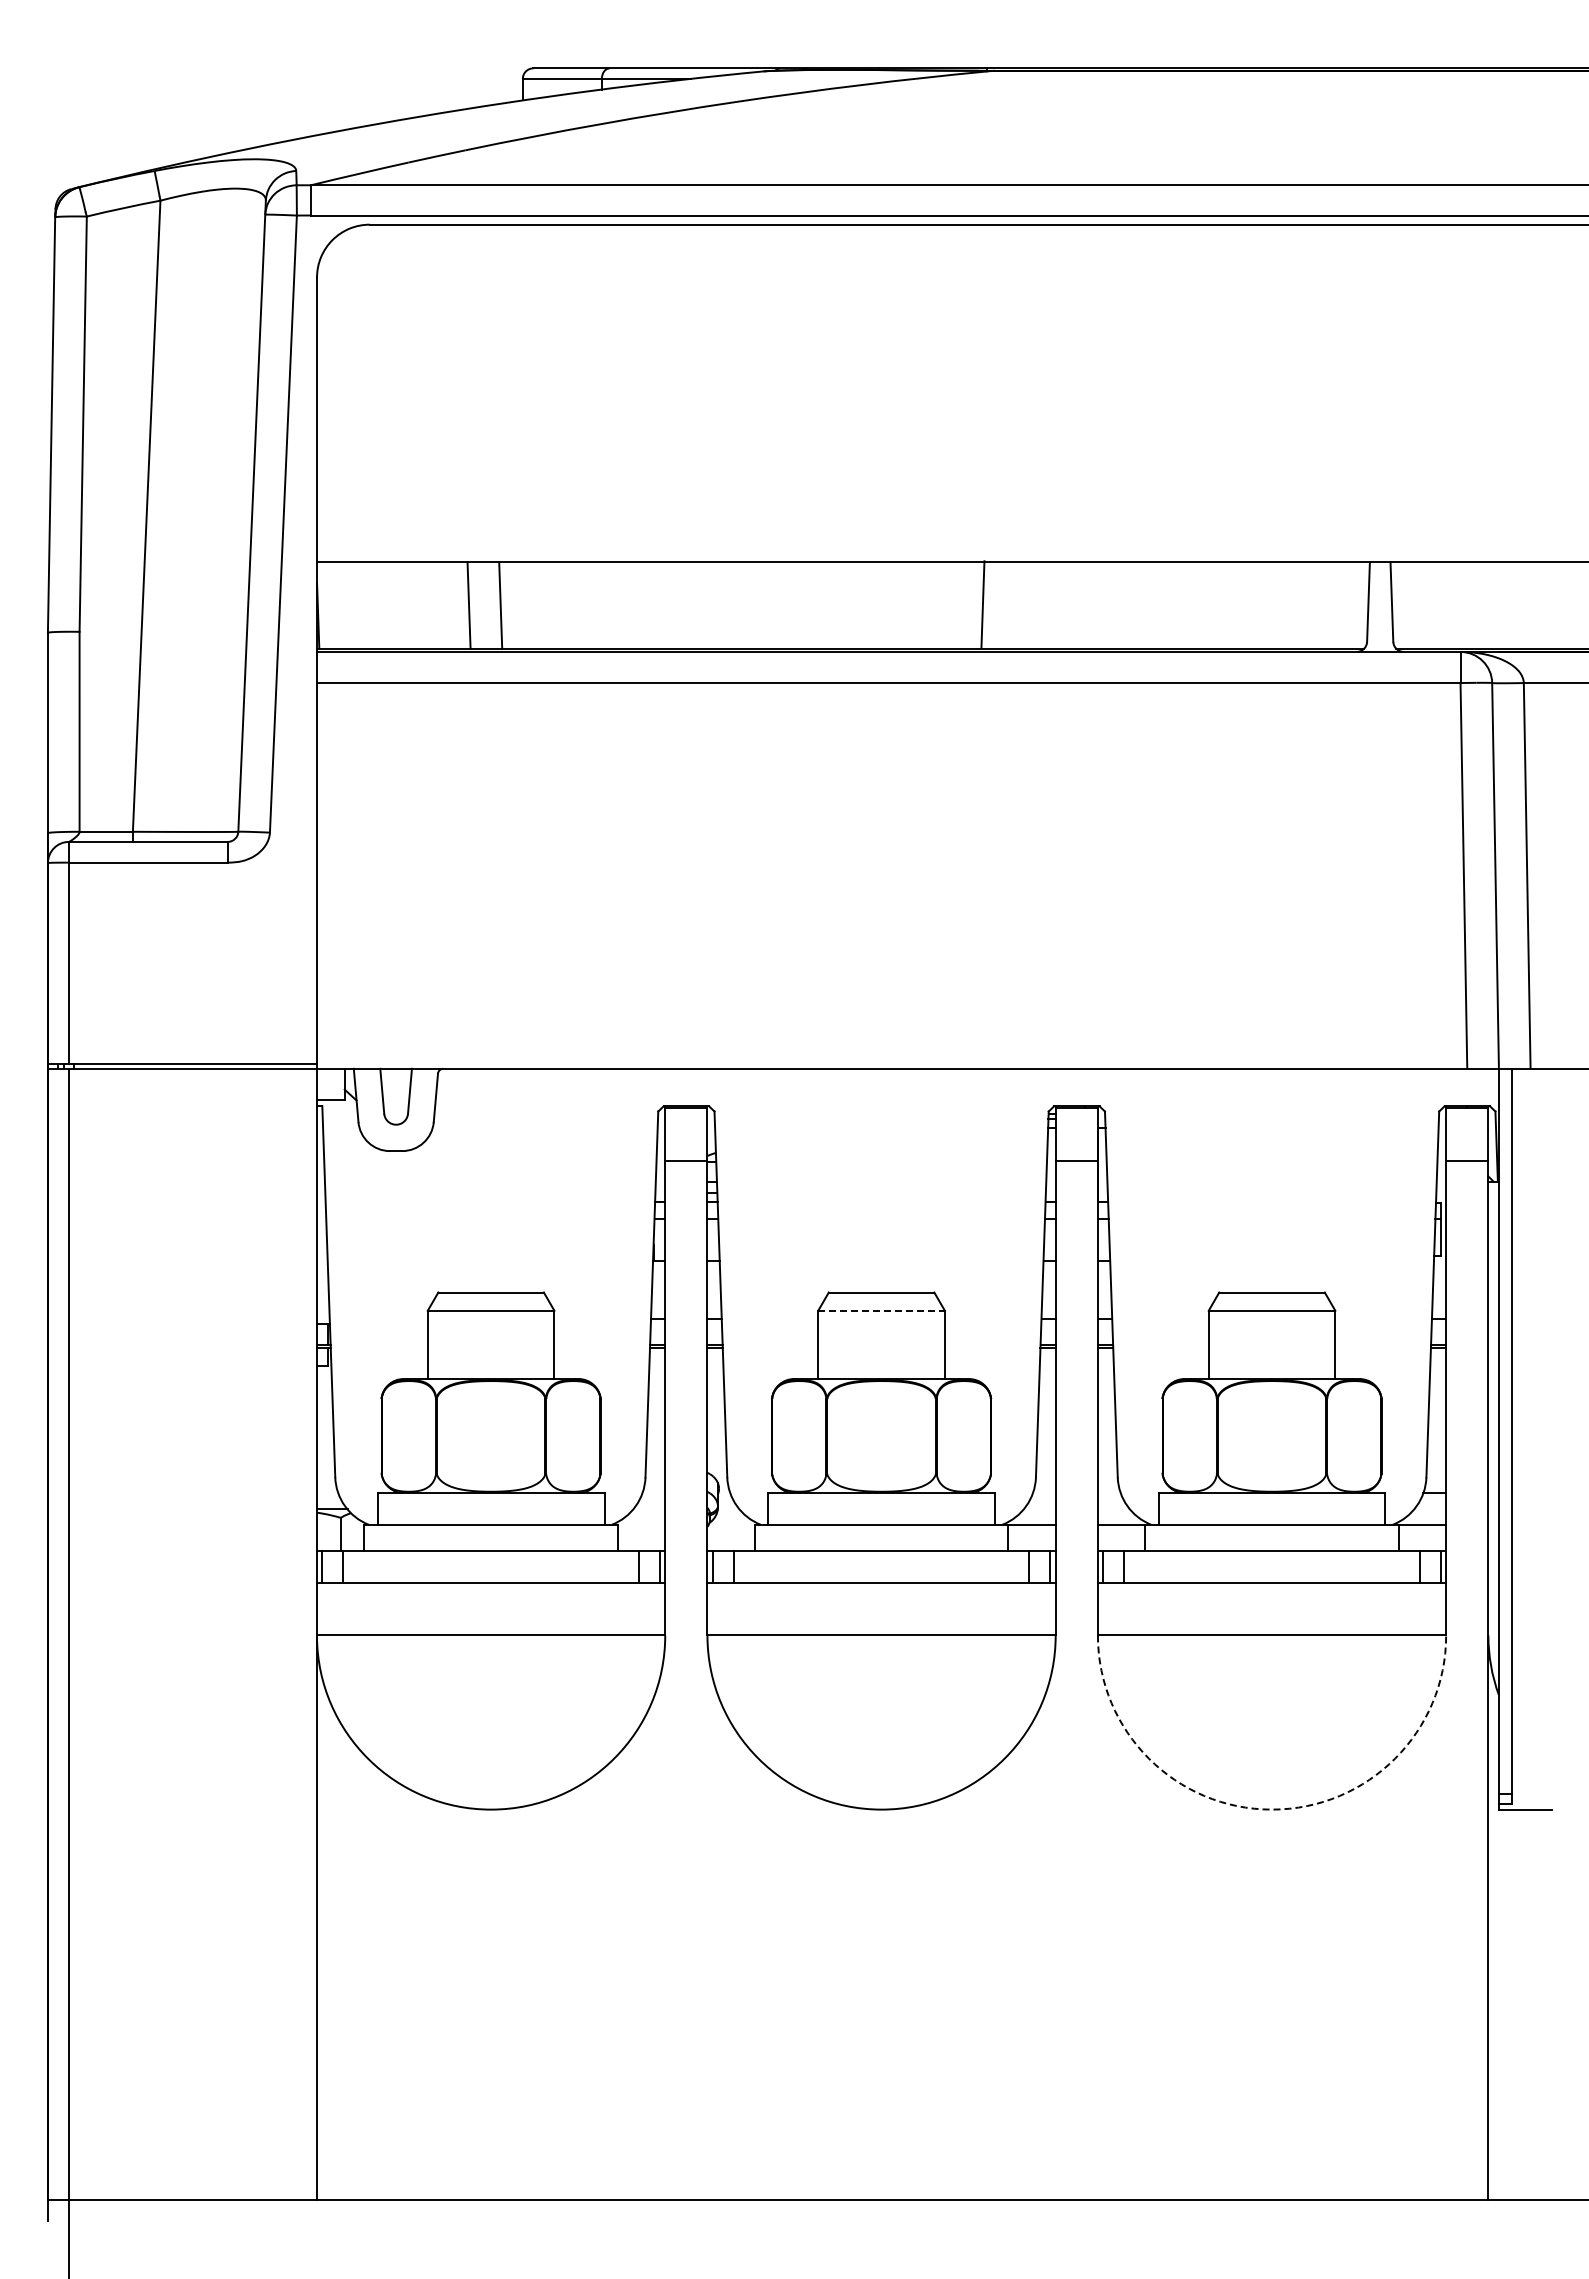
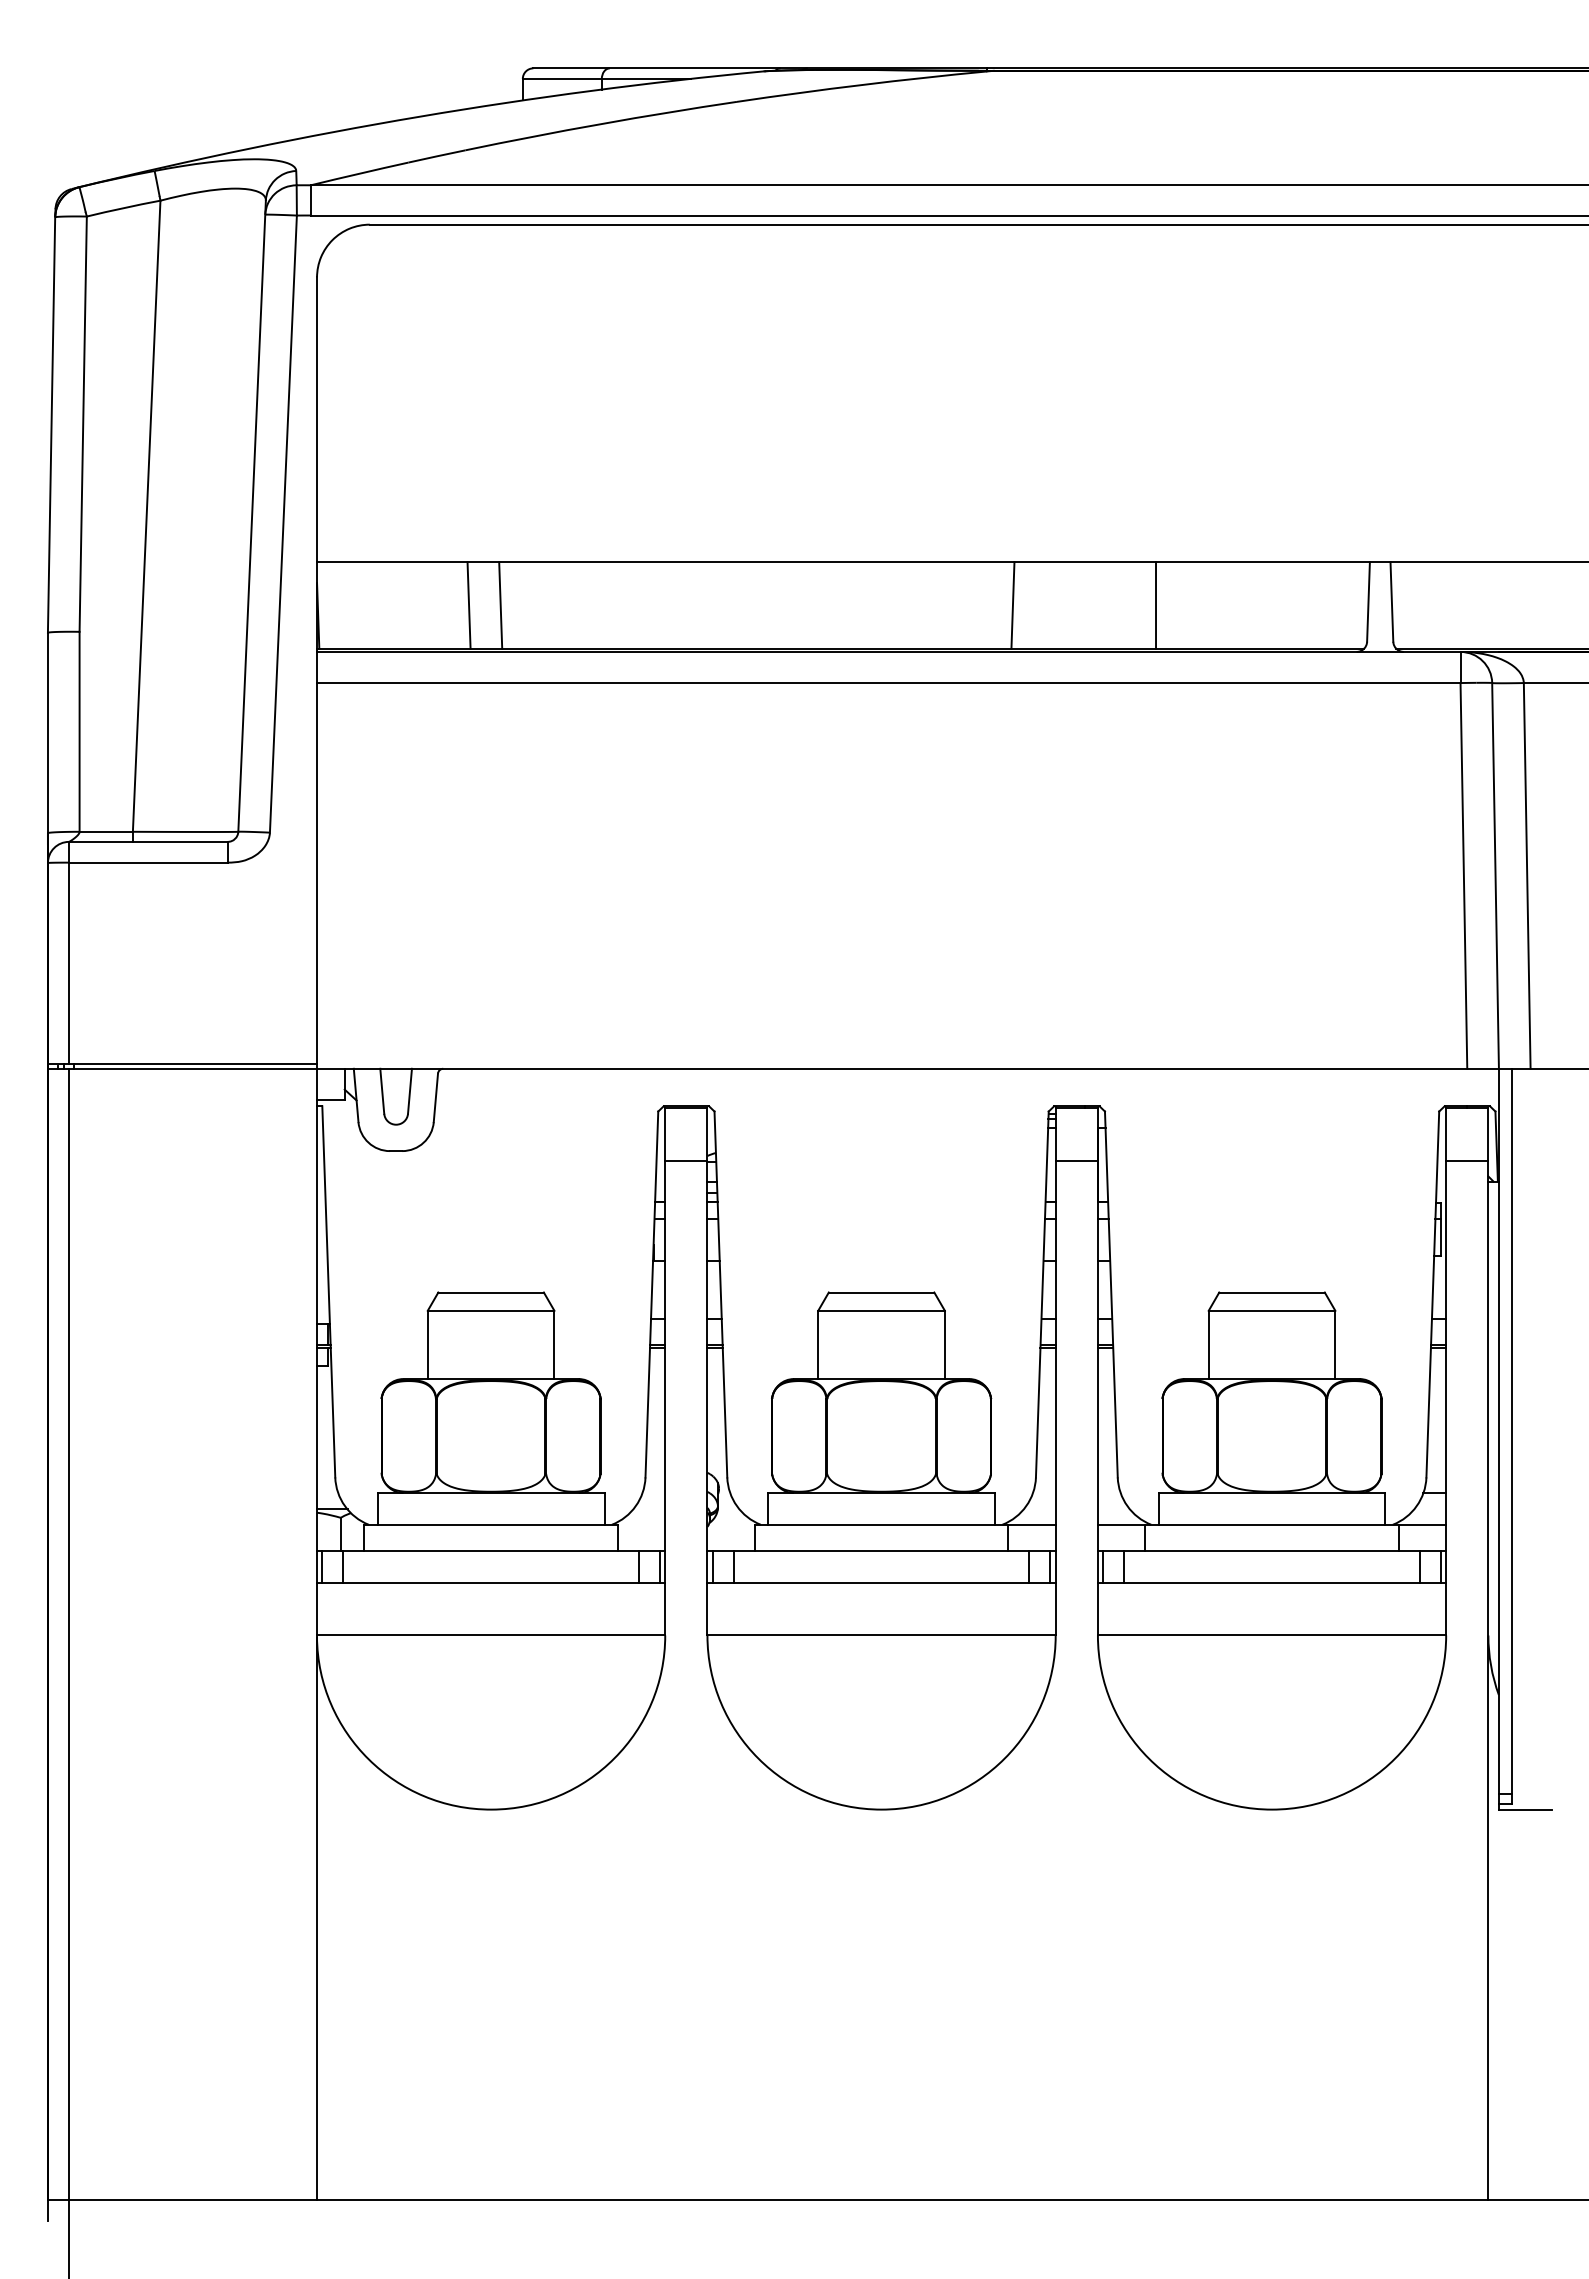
line at (982, 604) position: (982, 604) -> (1012, 605)
line at (1156, 605): none -> present
line at (882, 1310): dashed -> solid
arc at (1272, 1809): dashed -> solid
